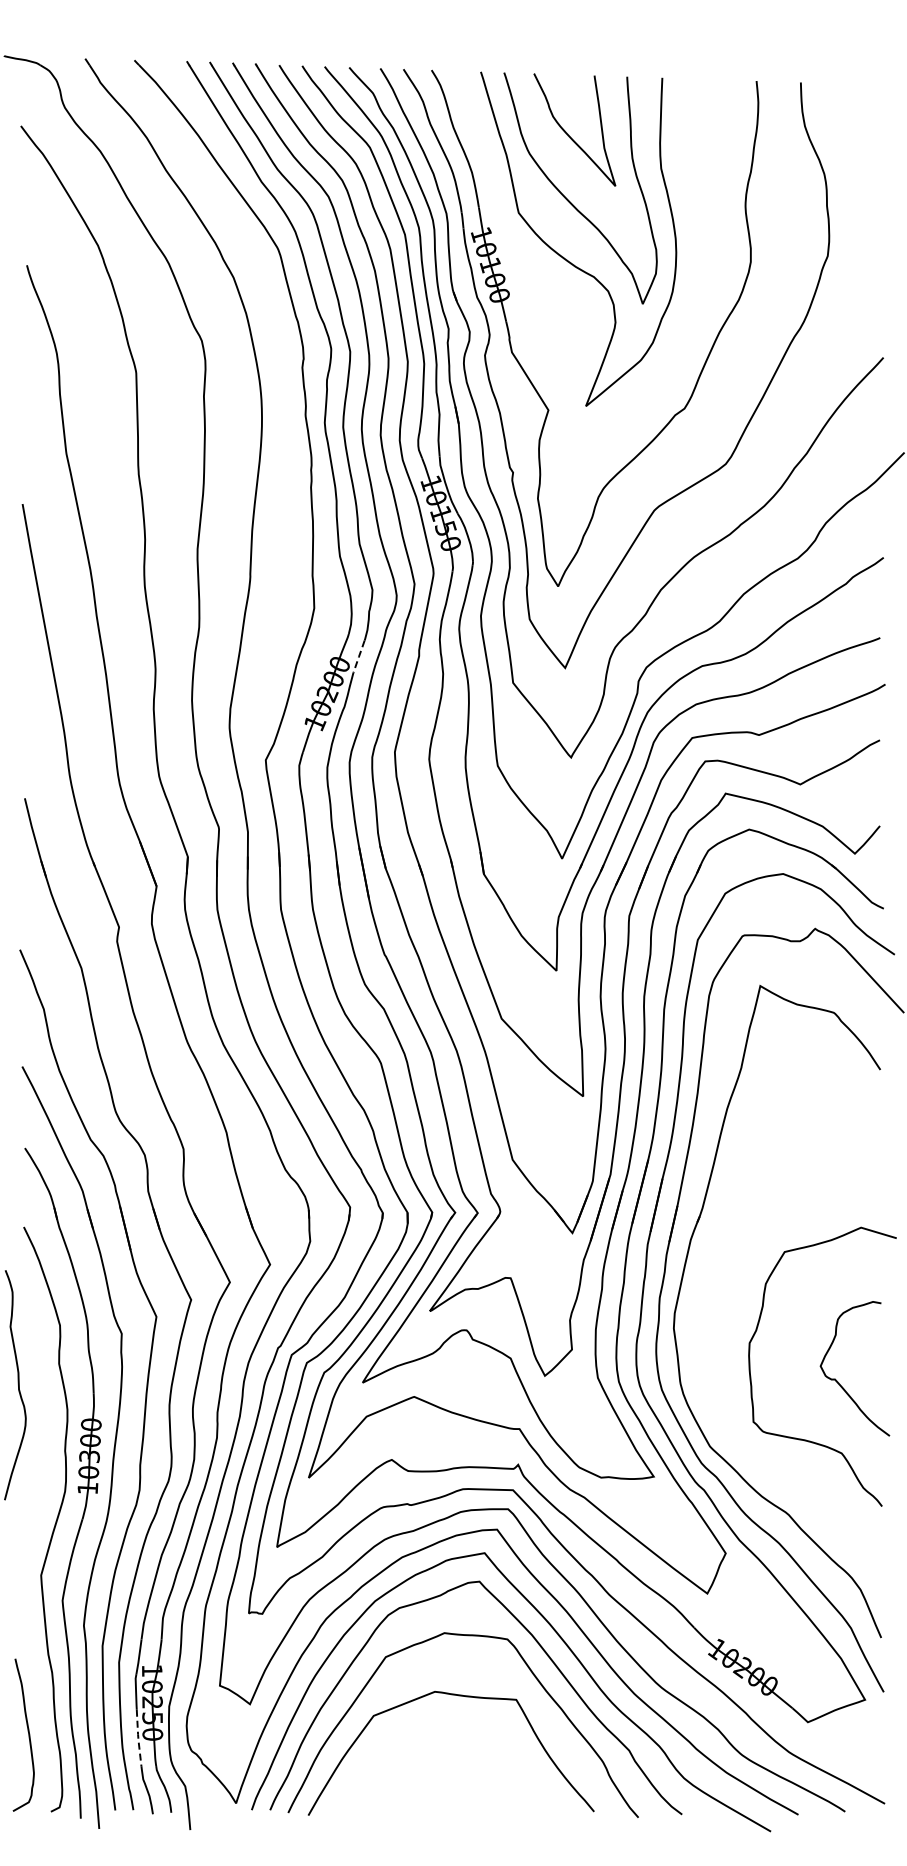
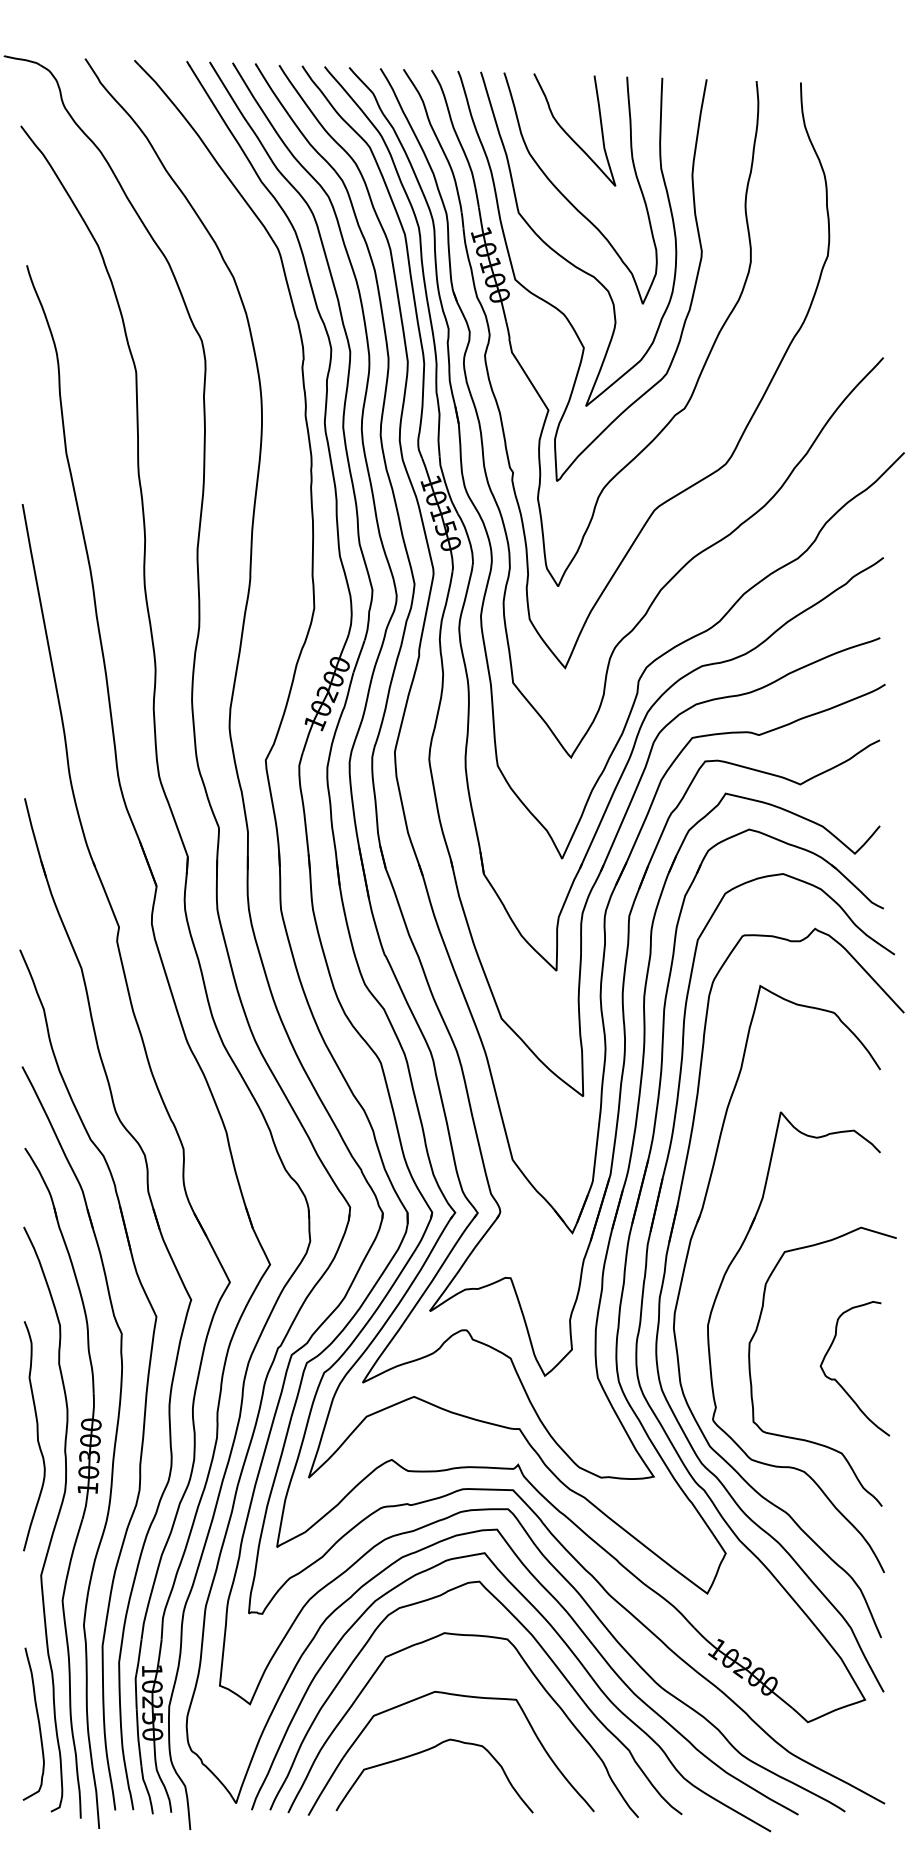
curve at (558, 308): none -> present
line at (358, 656): dashed -> solid
part at (710, 1352): none -> present
curve at (17, 1384) position: (17, 1384) -> (36, 1435)
curve at (27, 1731) position: (27, 1731) -> (37, 1720)
line at (138, 1738): dashed -> solid
curve at (426, 1751): none -> present
